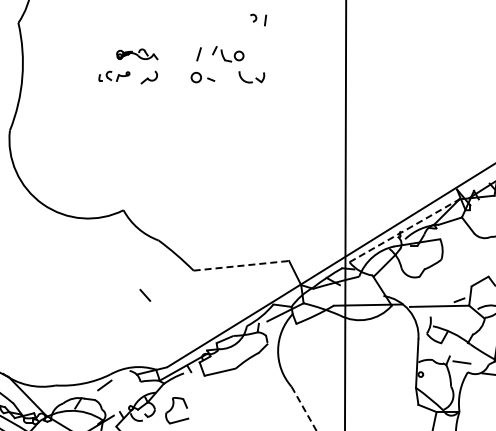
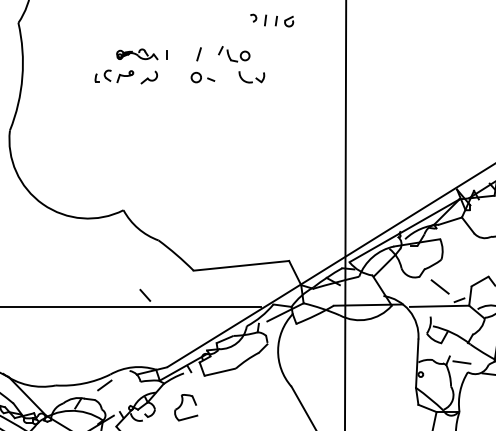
part at (284, 21): none -> present
line at (166, 54): none -> present
part at (228, 54) position: (228, 54) -> (234, 54)
part at (114, 75) size: 33x12 px -> 41x15 px
line at (404, 230): dashed -> solid
line at (241, 265): dashed -> solid
line at (439, 286): none -> present
line at (131, 306): none -> present
line at (304, 409): dashed -> solid
part at (177, 410) position: (177, 410) -> (186, 407)
